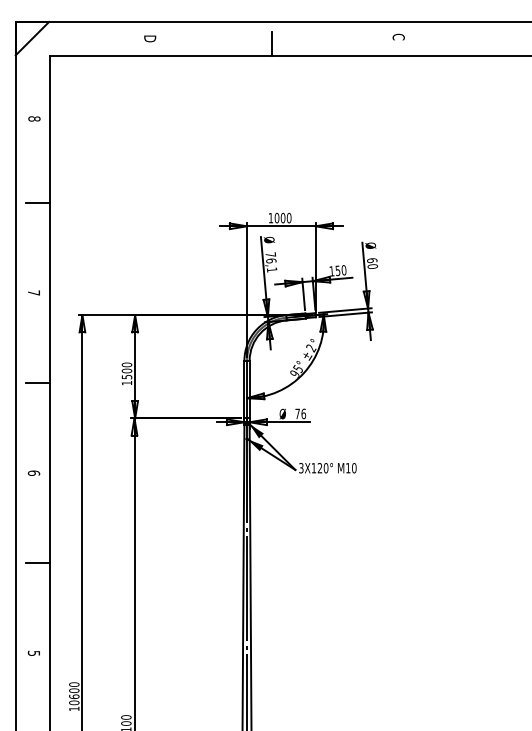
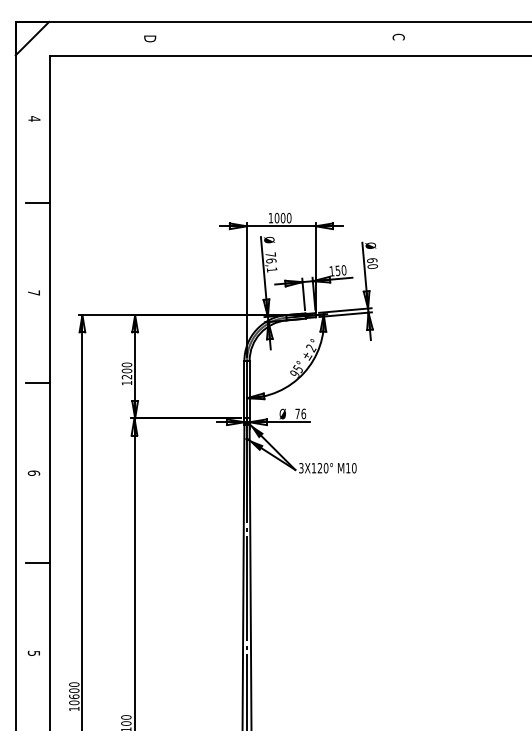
line at (271, 44): present -> none
text at (34, 118): 8 -> 4
text at (126, 377): 1500 -> 1200
